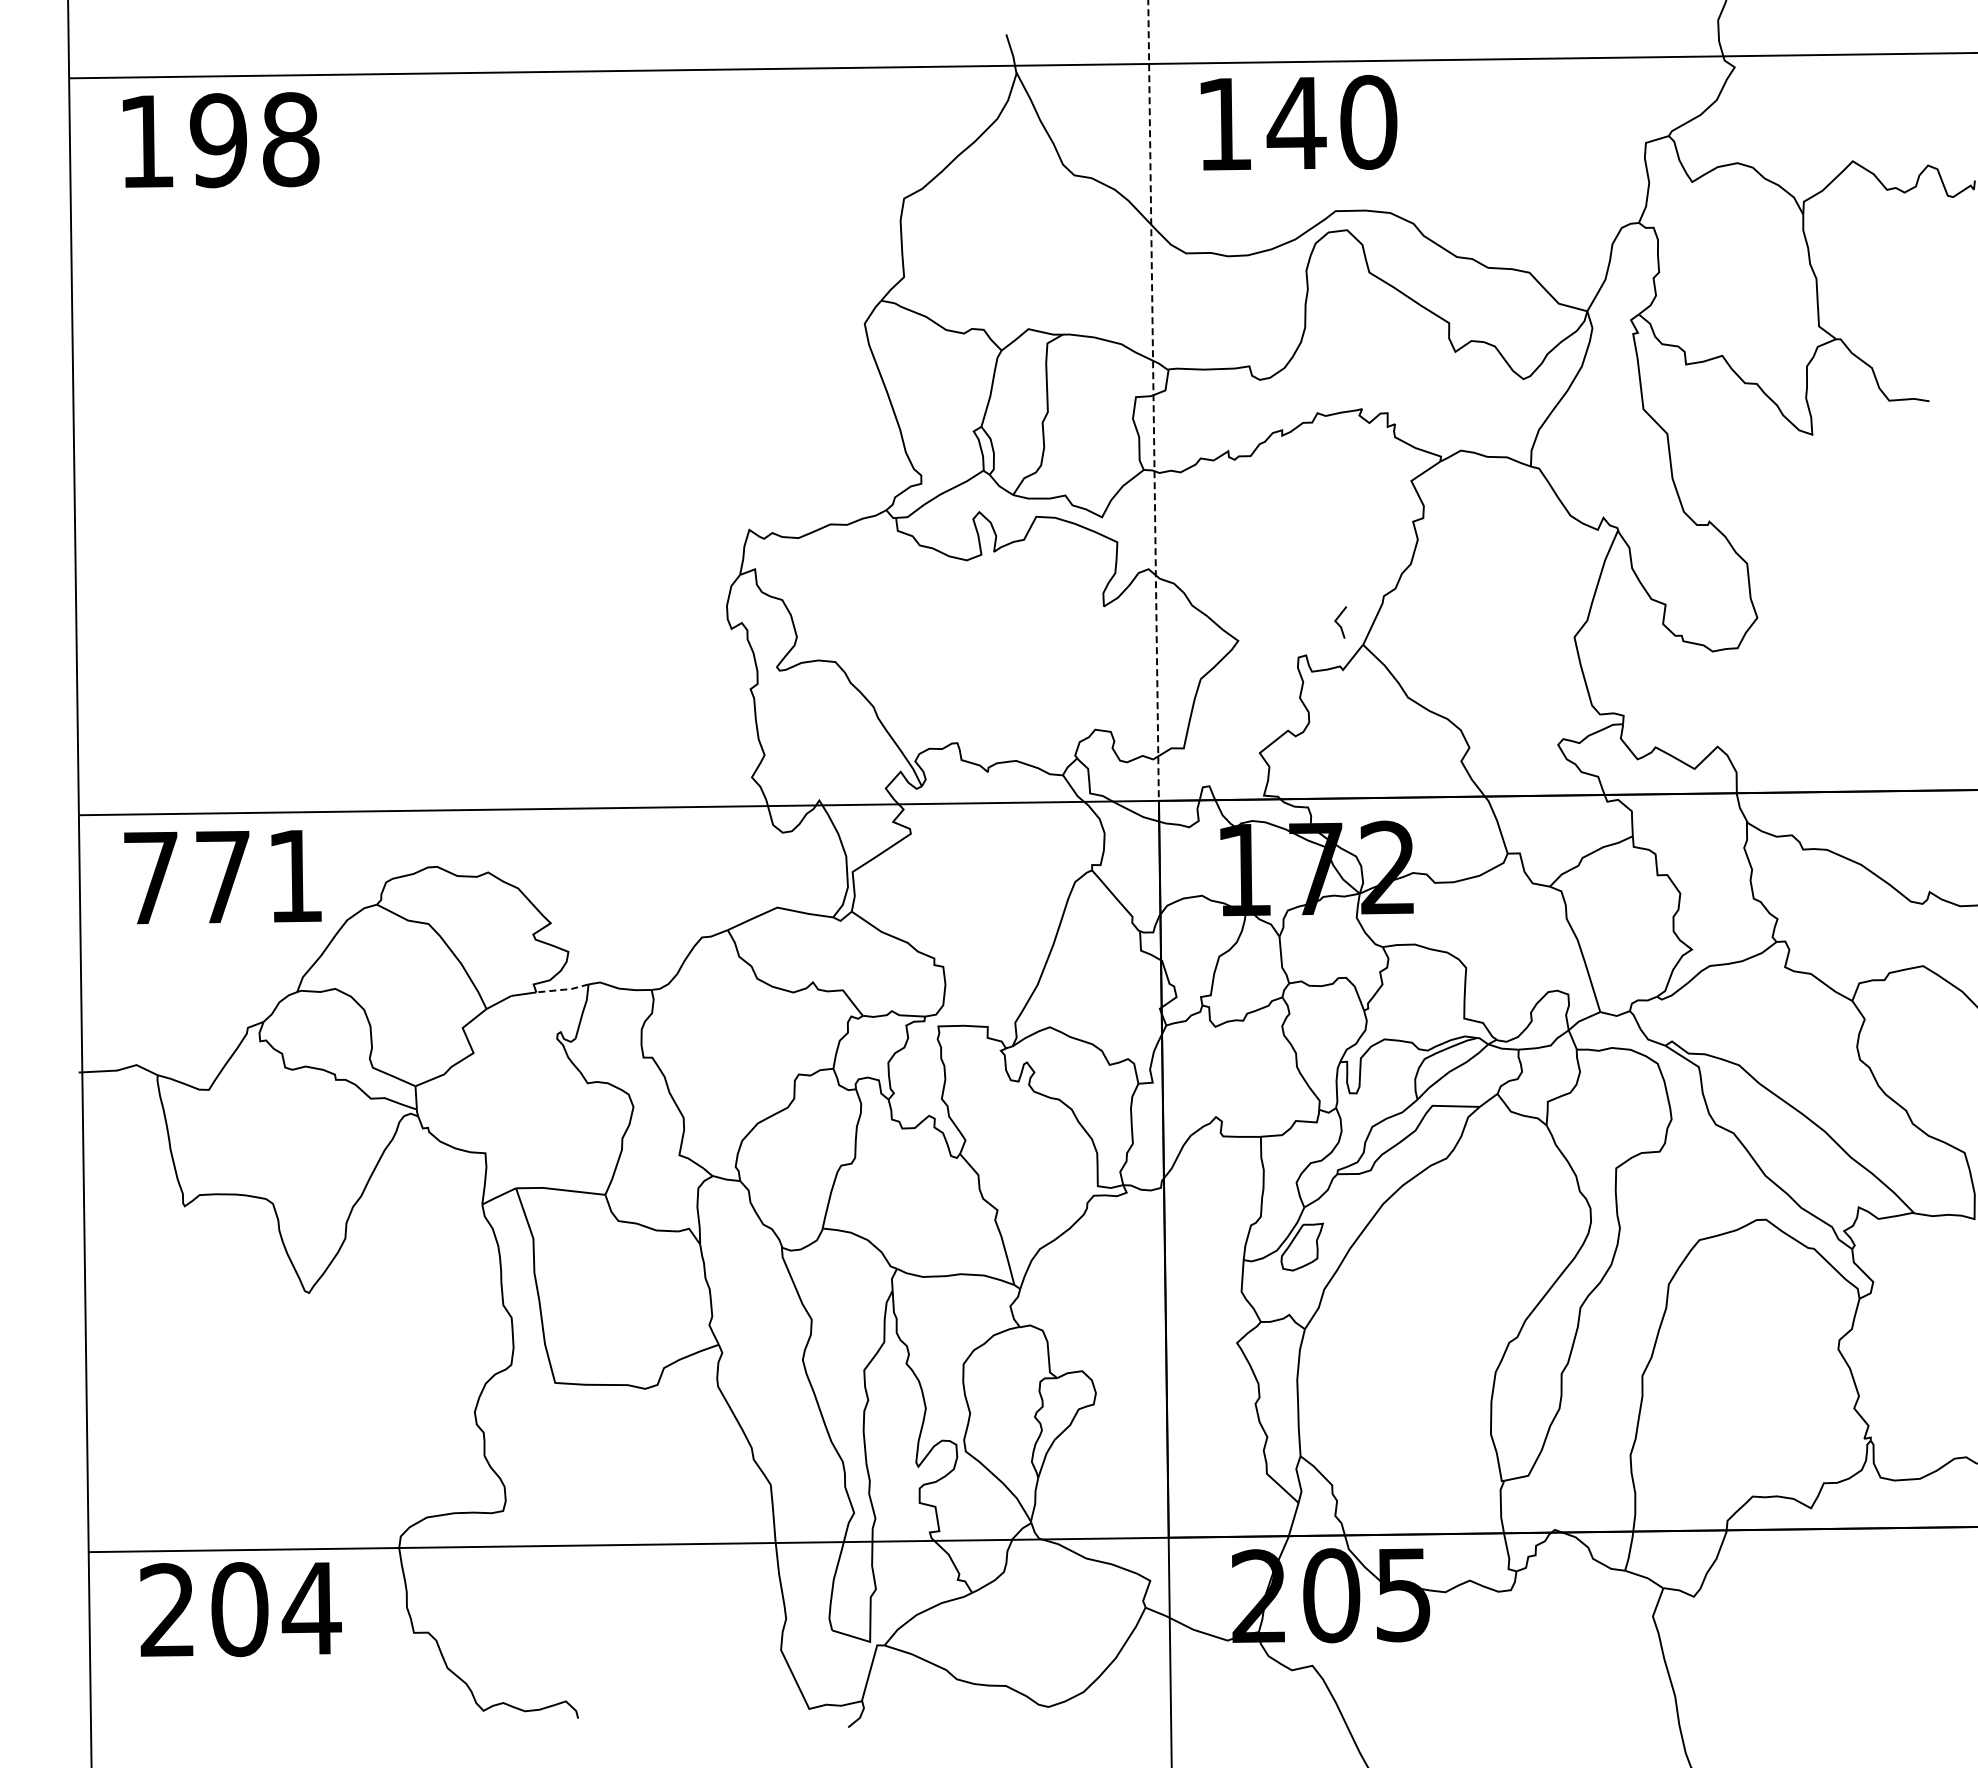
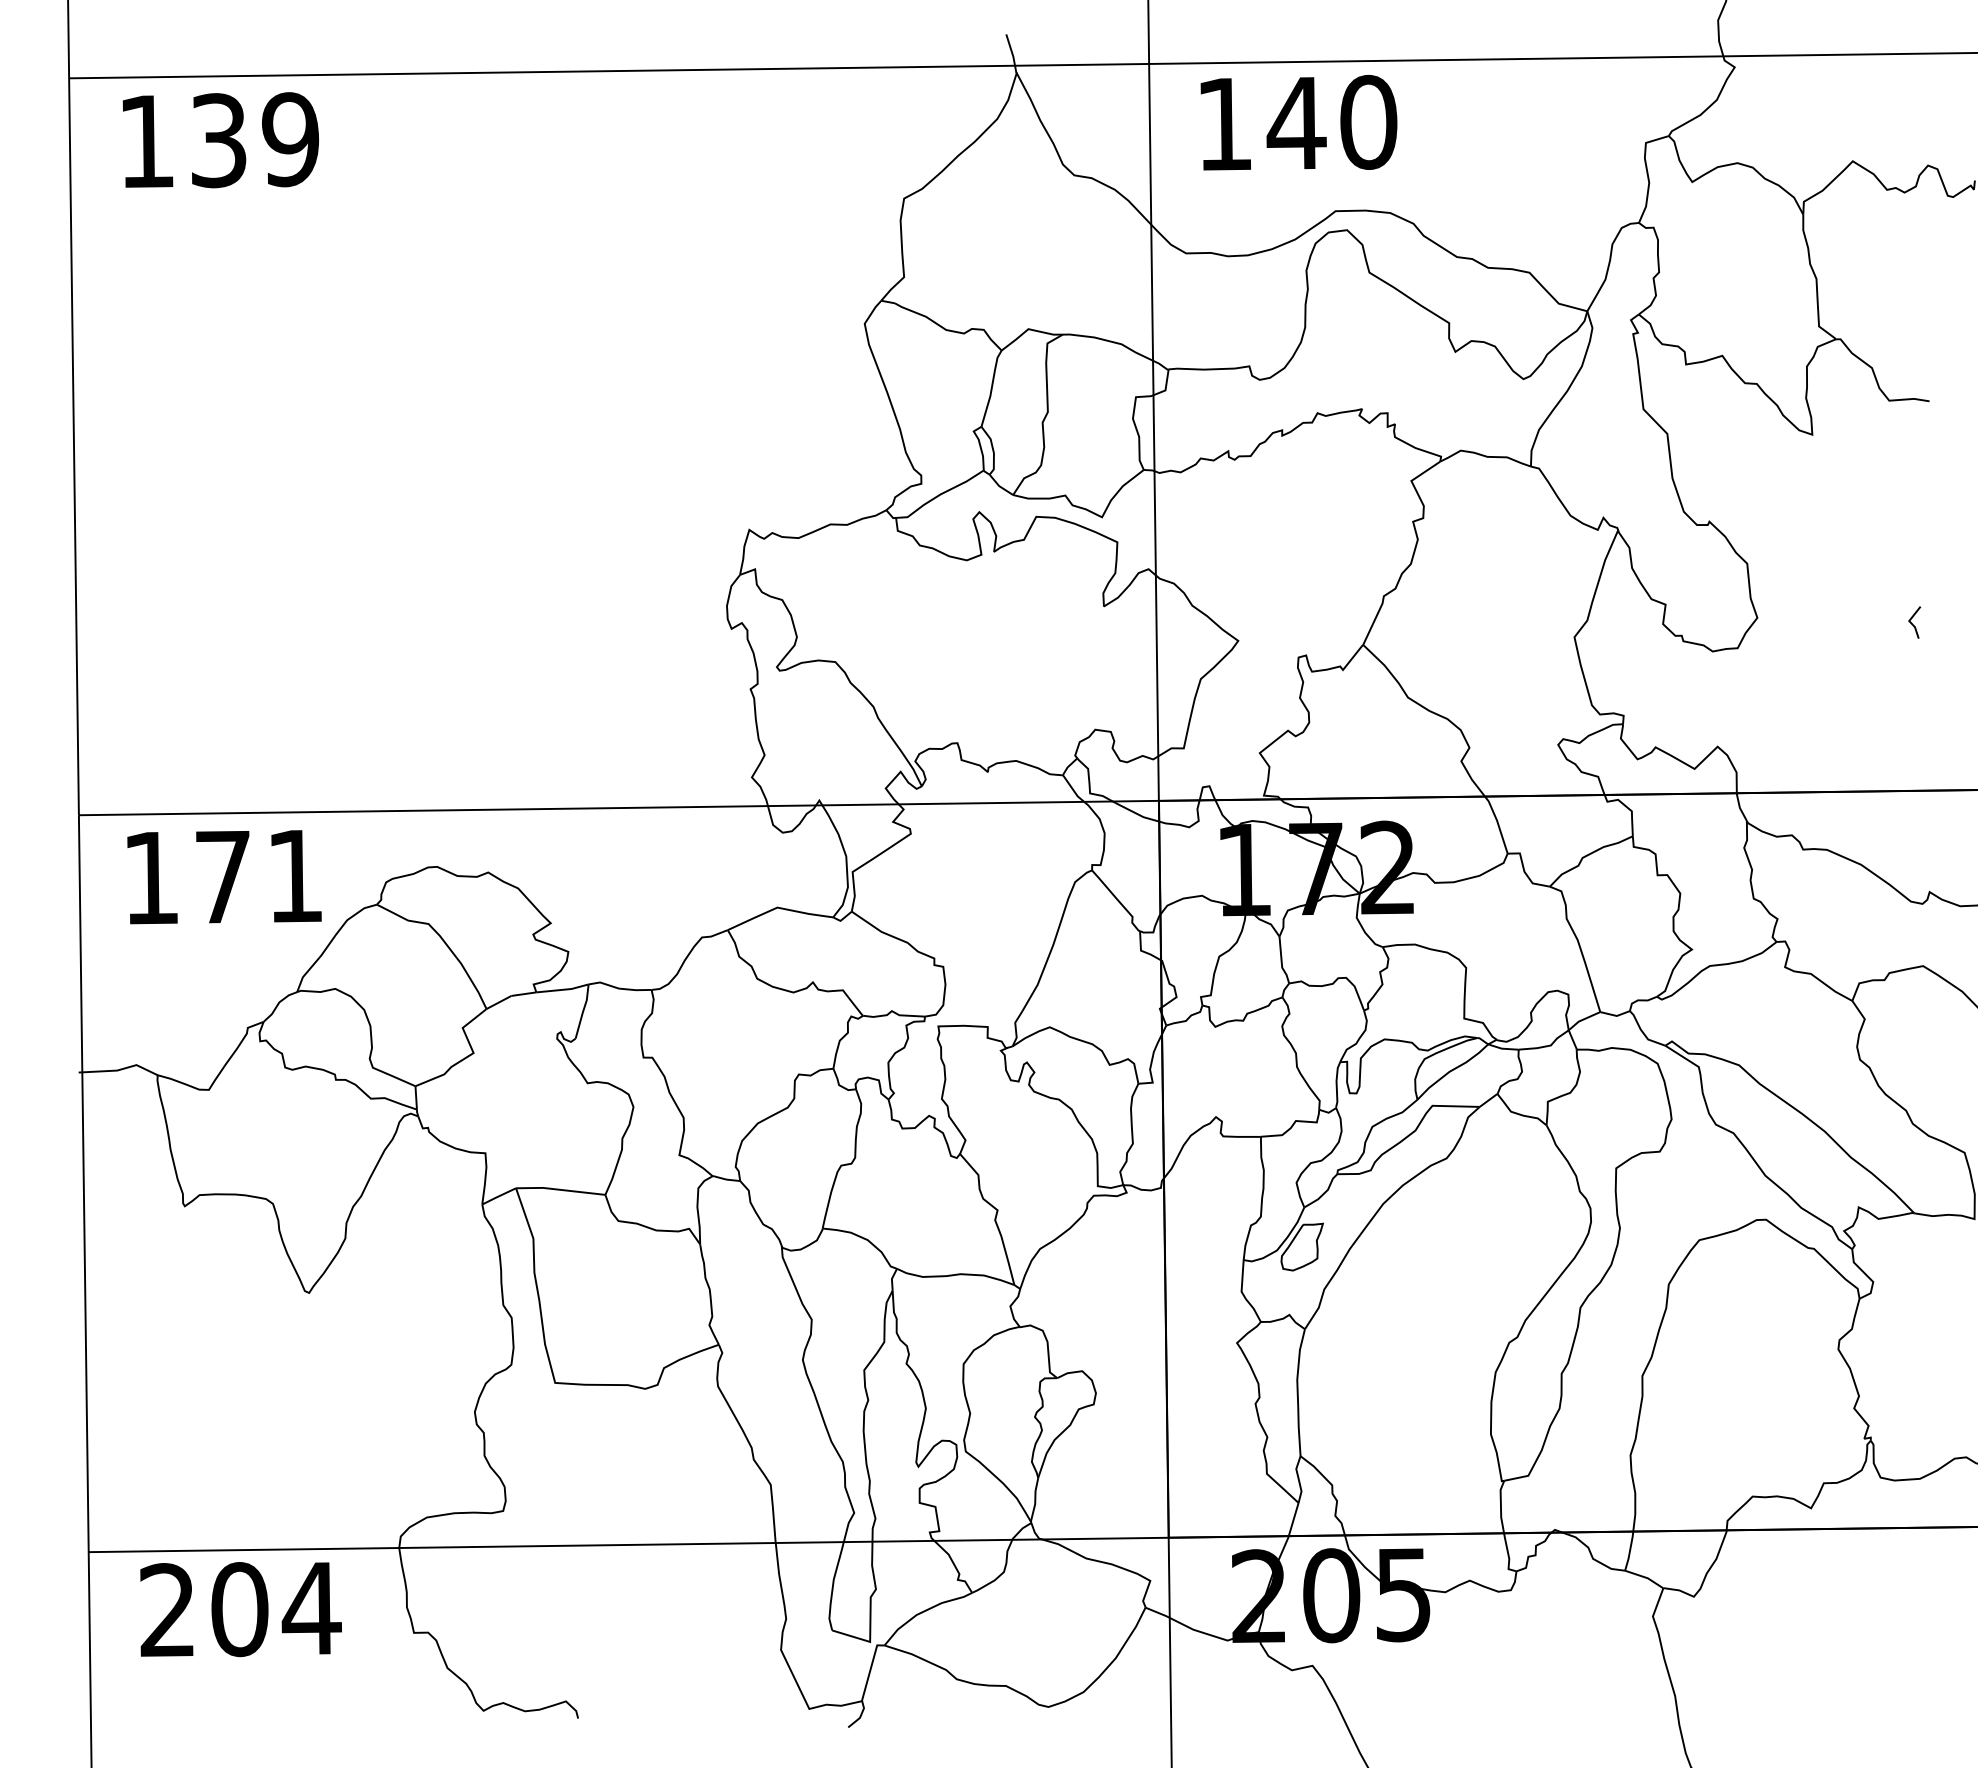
text at (254, 140): 198 -> 139
line at (1153, 400): dashed -> solid
line at (1338, 623) position: (1338, 623) -> (1912, 623)
text at (150, 877): 771 -> 171
line at (562, 989): dashed -> solid
